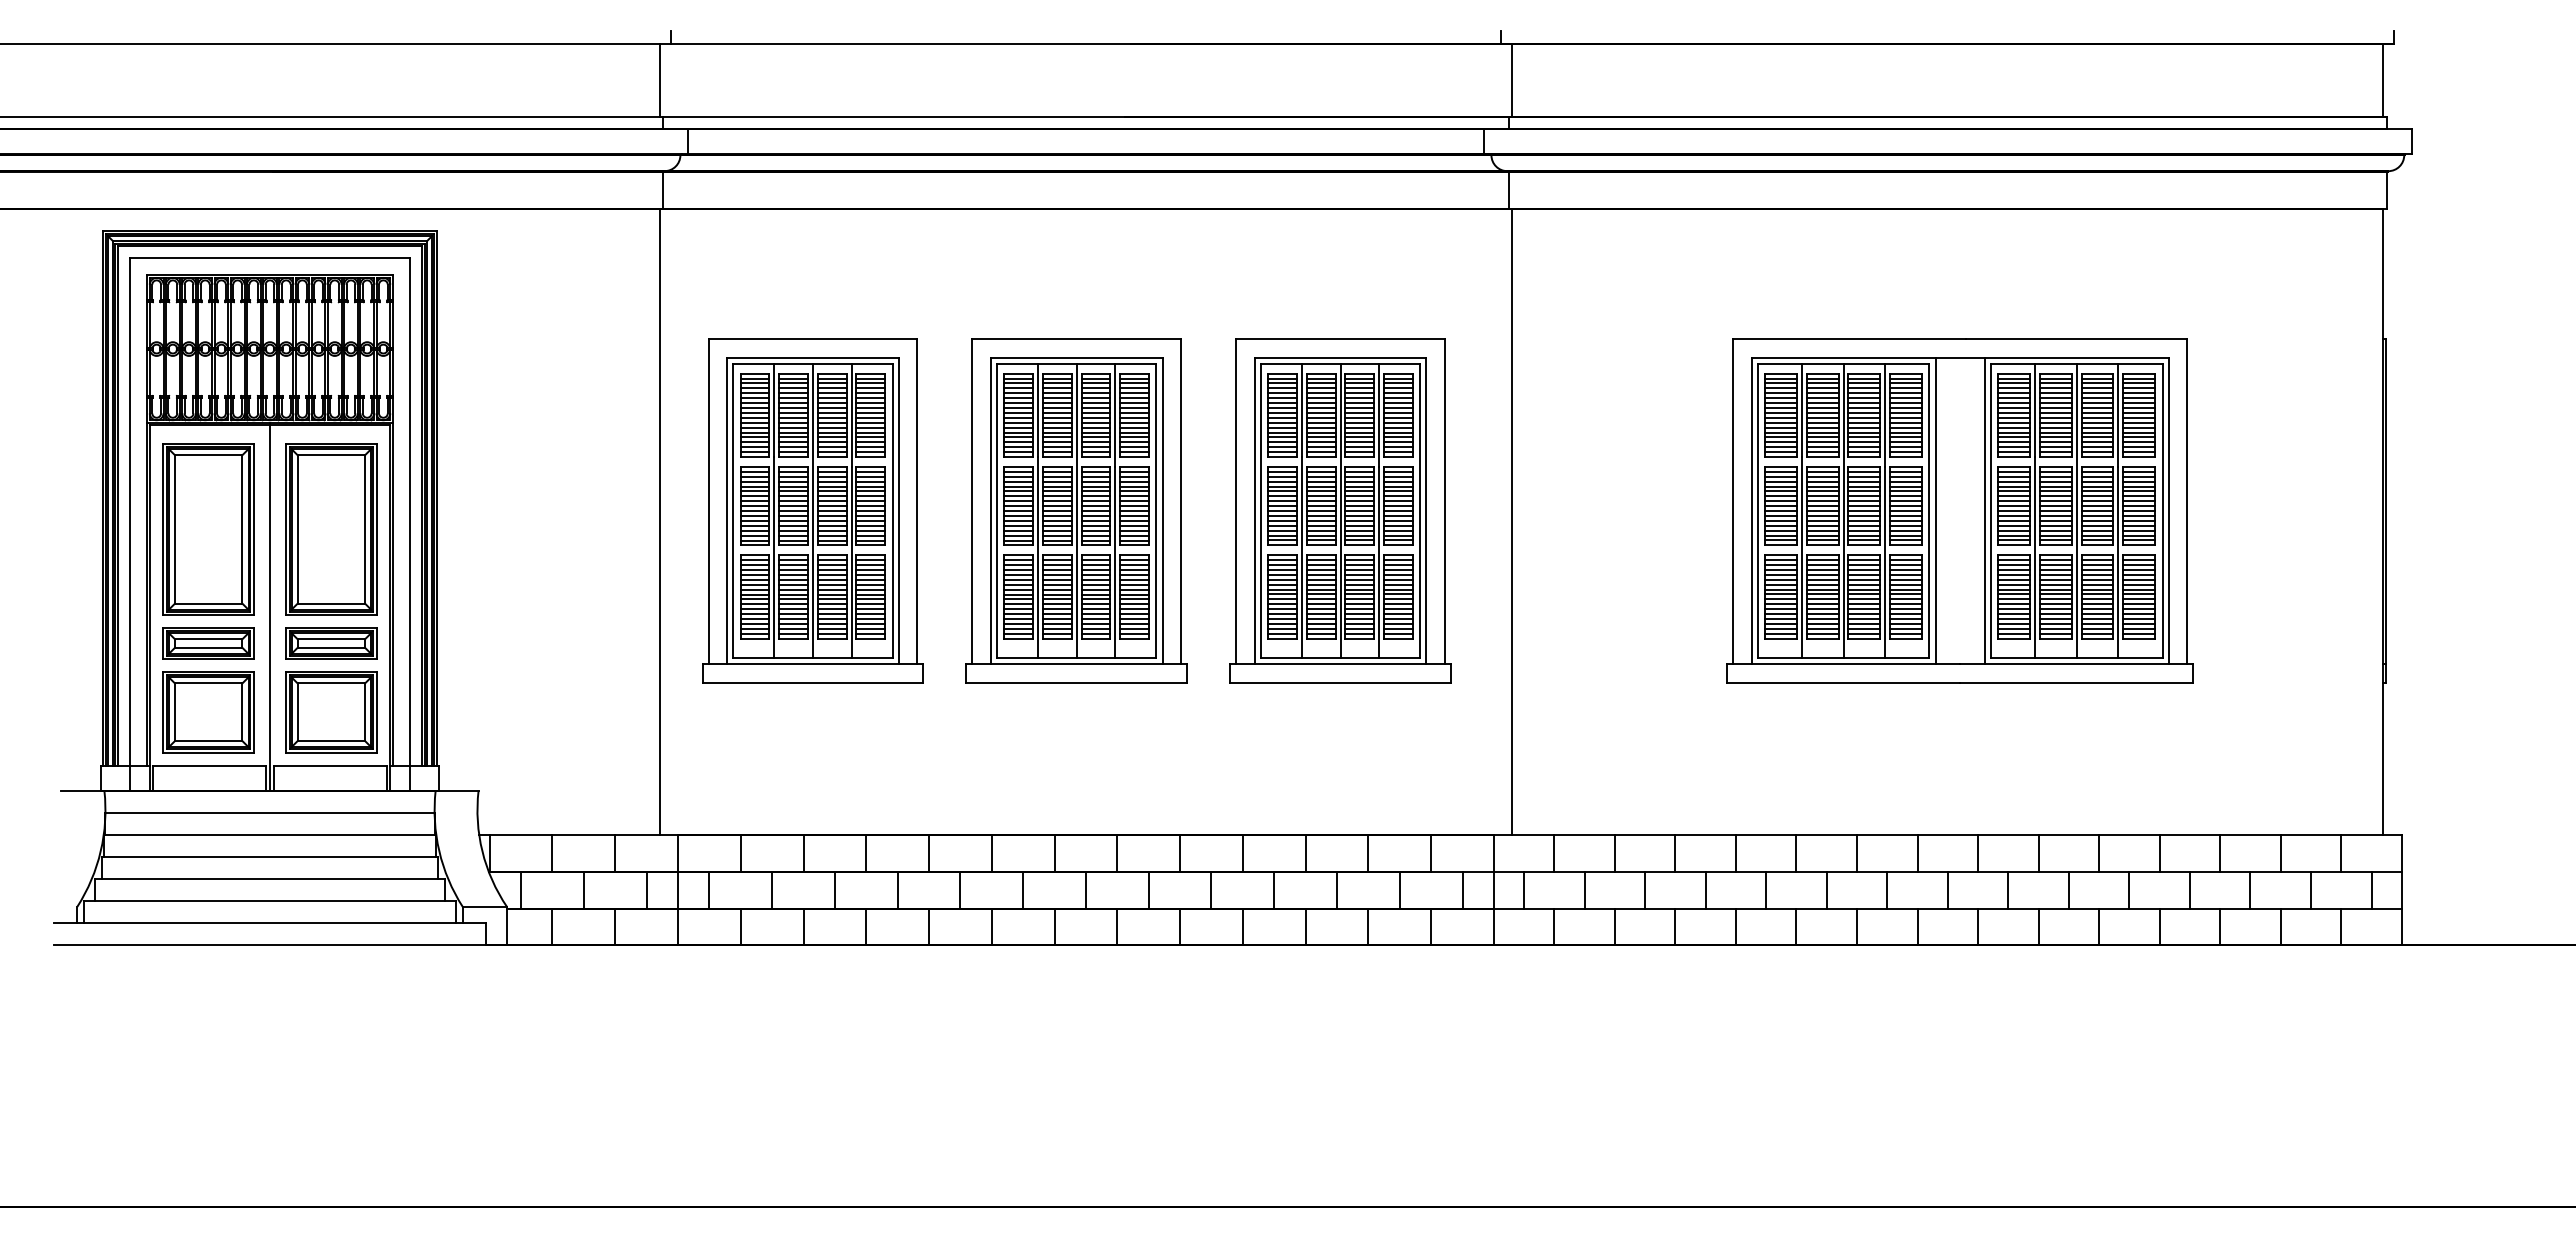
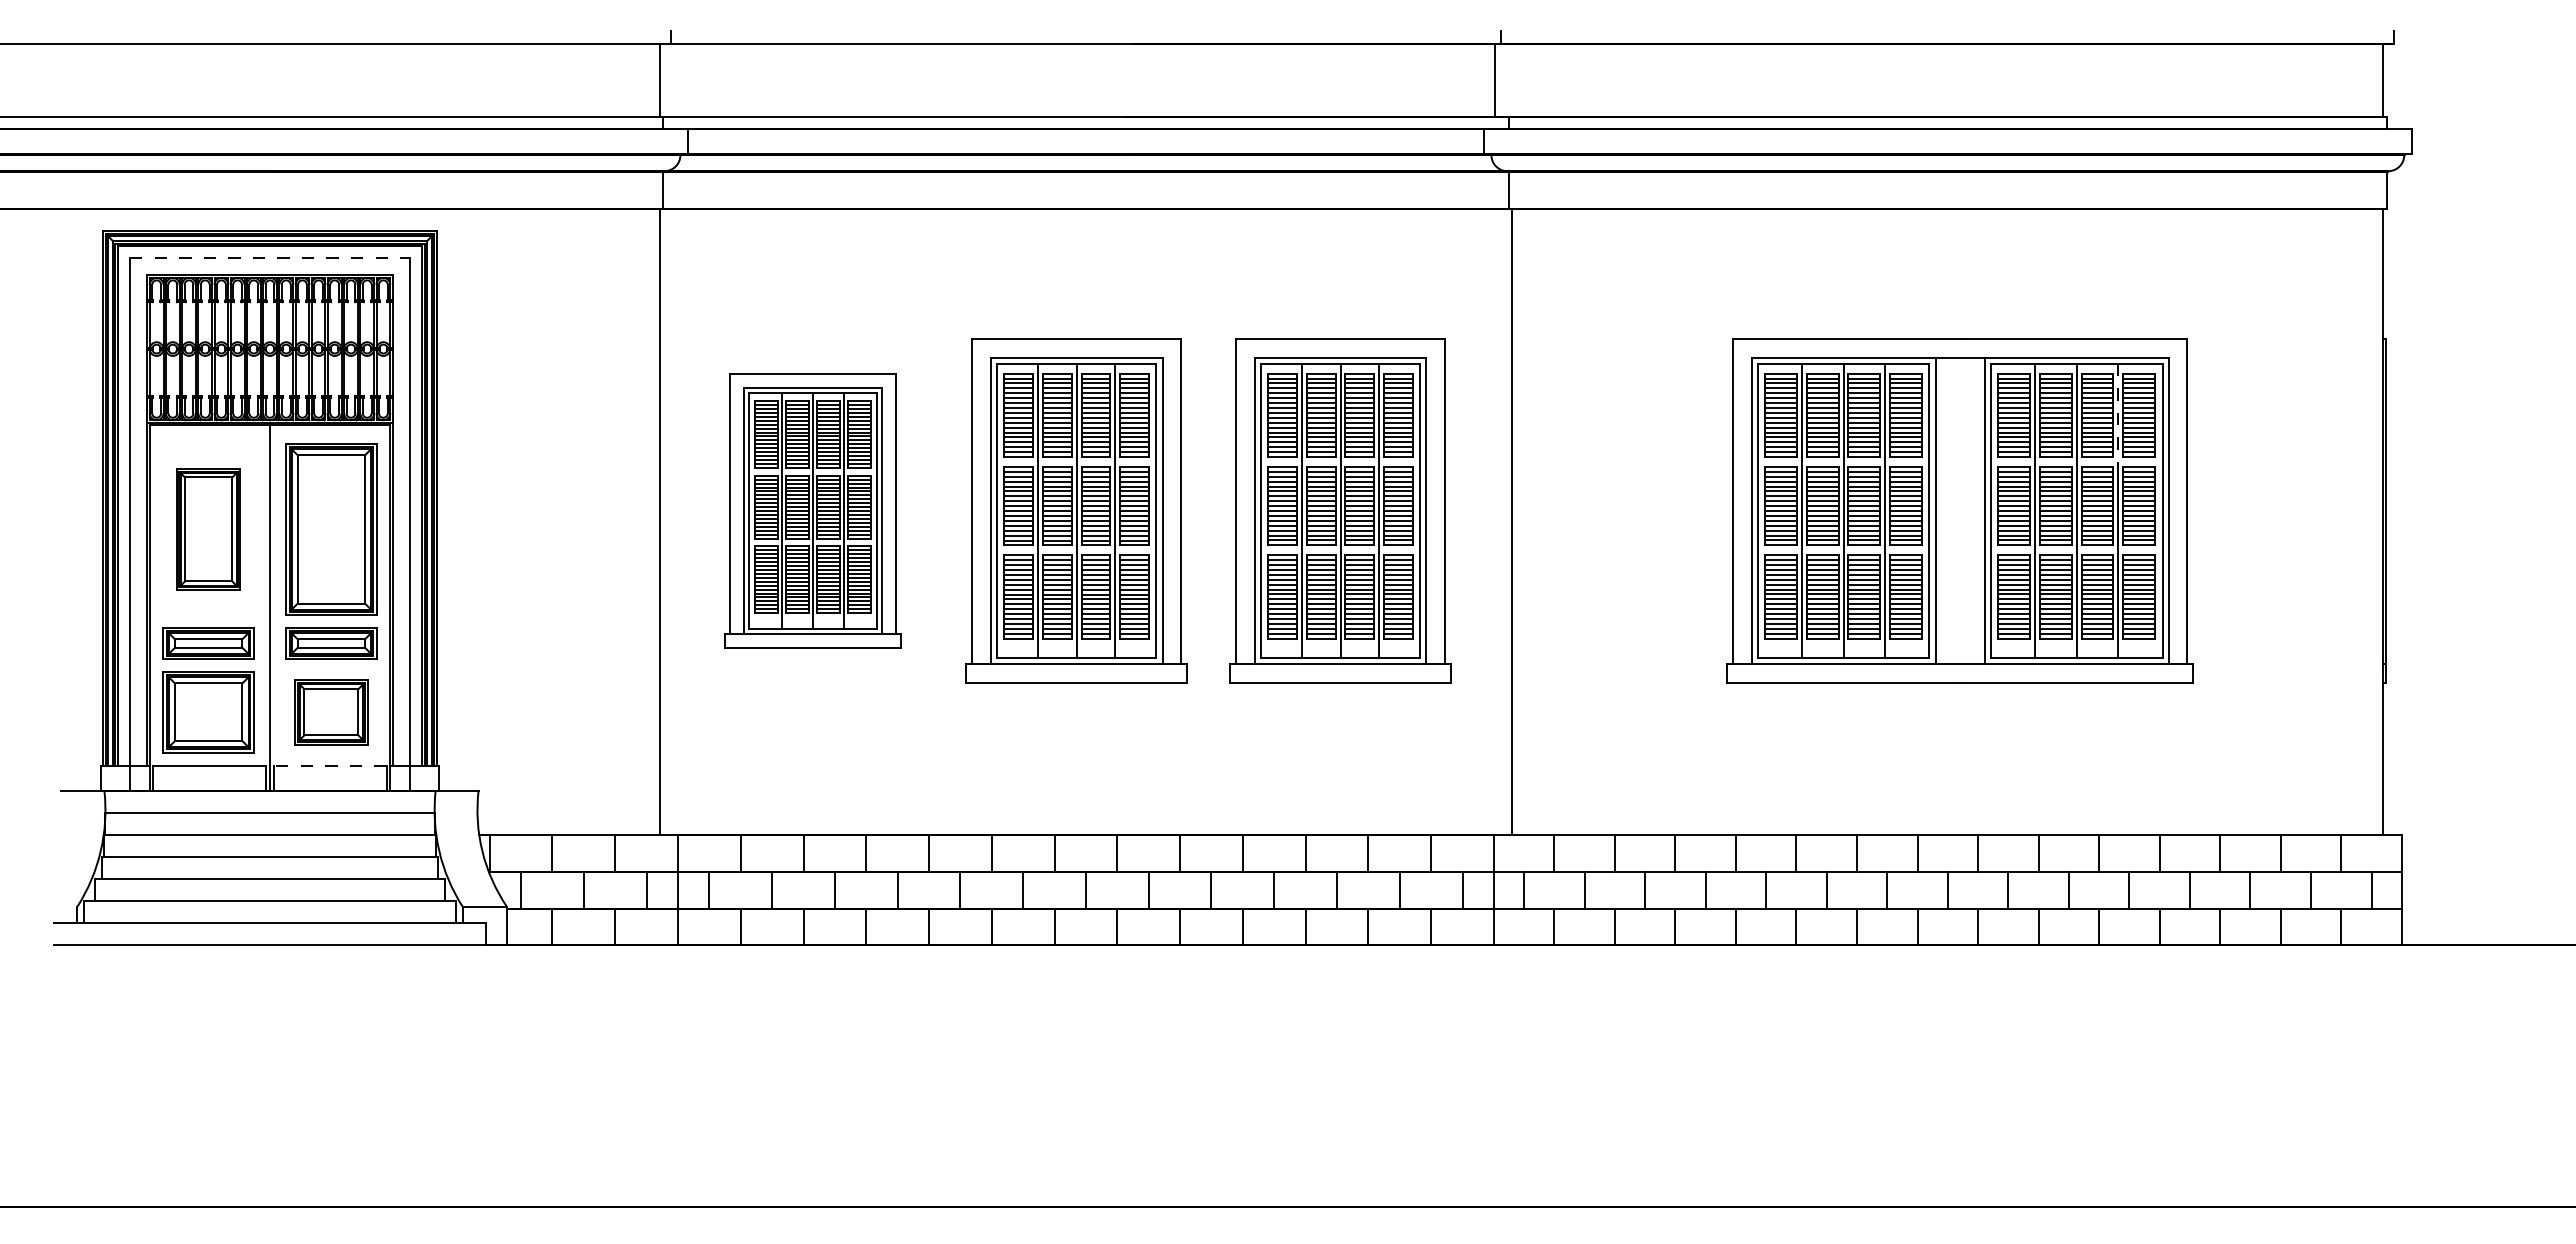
line at (1512, 80) position: (1512, 80) -> (1495, 80)
line at (270, 258): solid -> dashed
line at (2118, 415): solid -> dashed
part at (812, 510) size: 222x346 px -> 178x276 px
part at (208, 529) size: 93x173 px -> 65x123 px
part at (331, 712) size: 93x83 px -> 75x67 px
line at (329, 766): solid -> dashed
